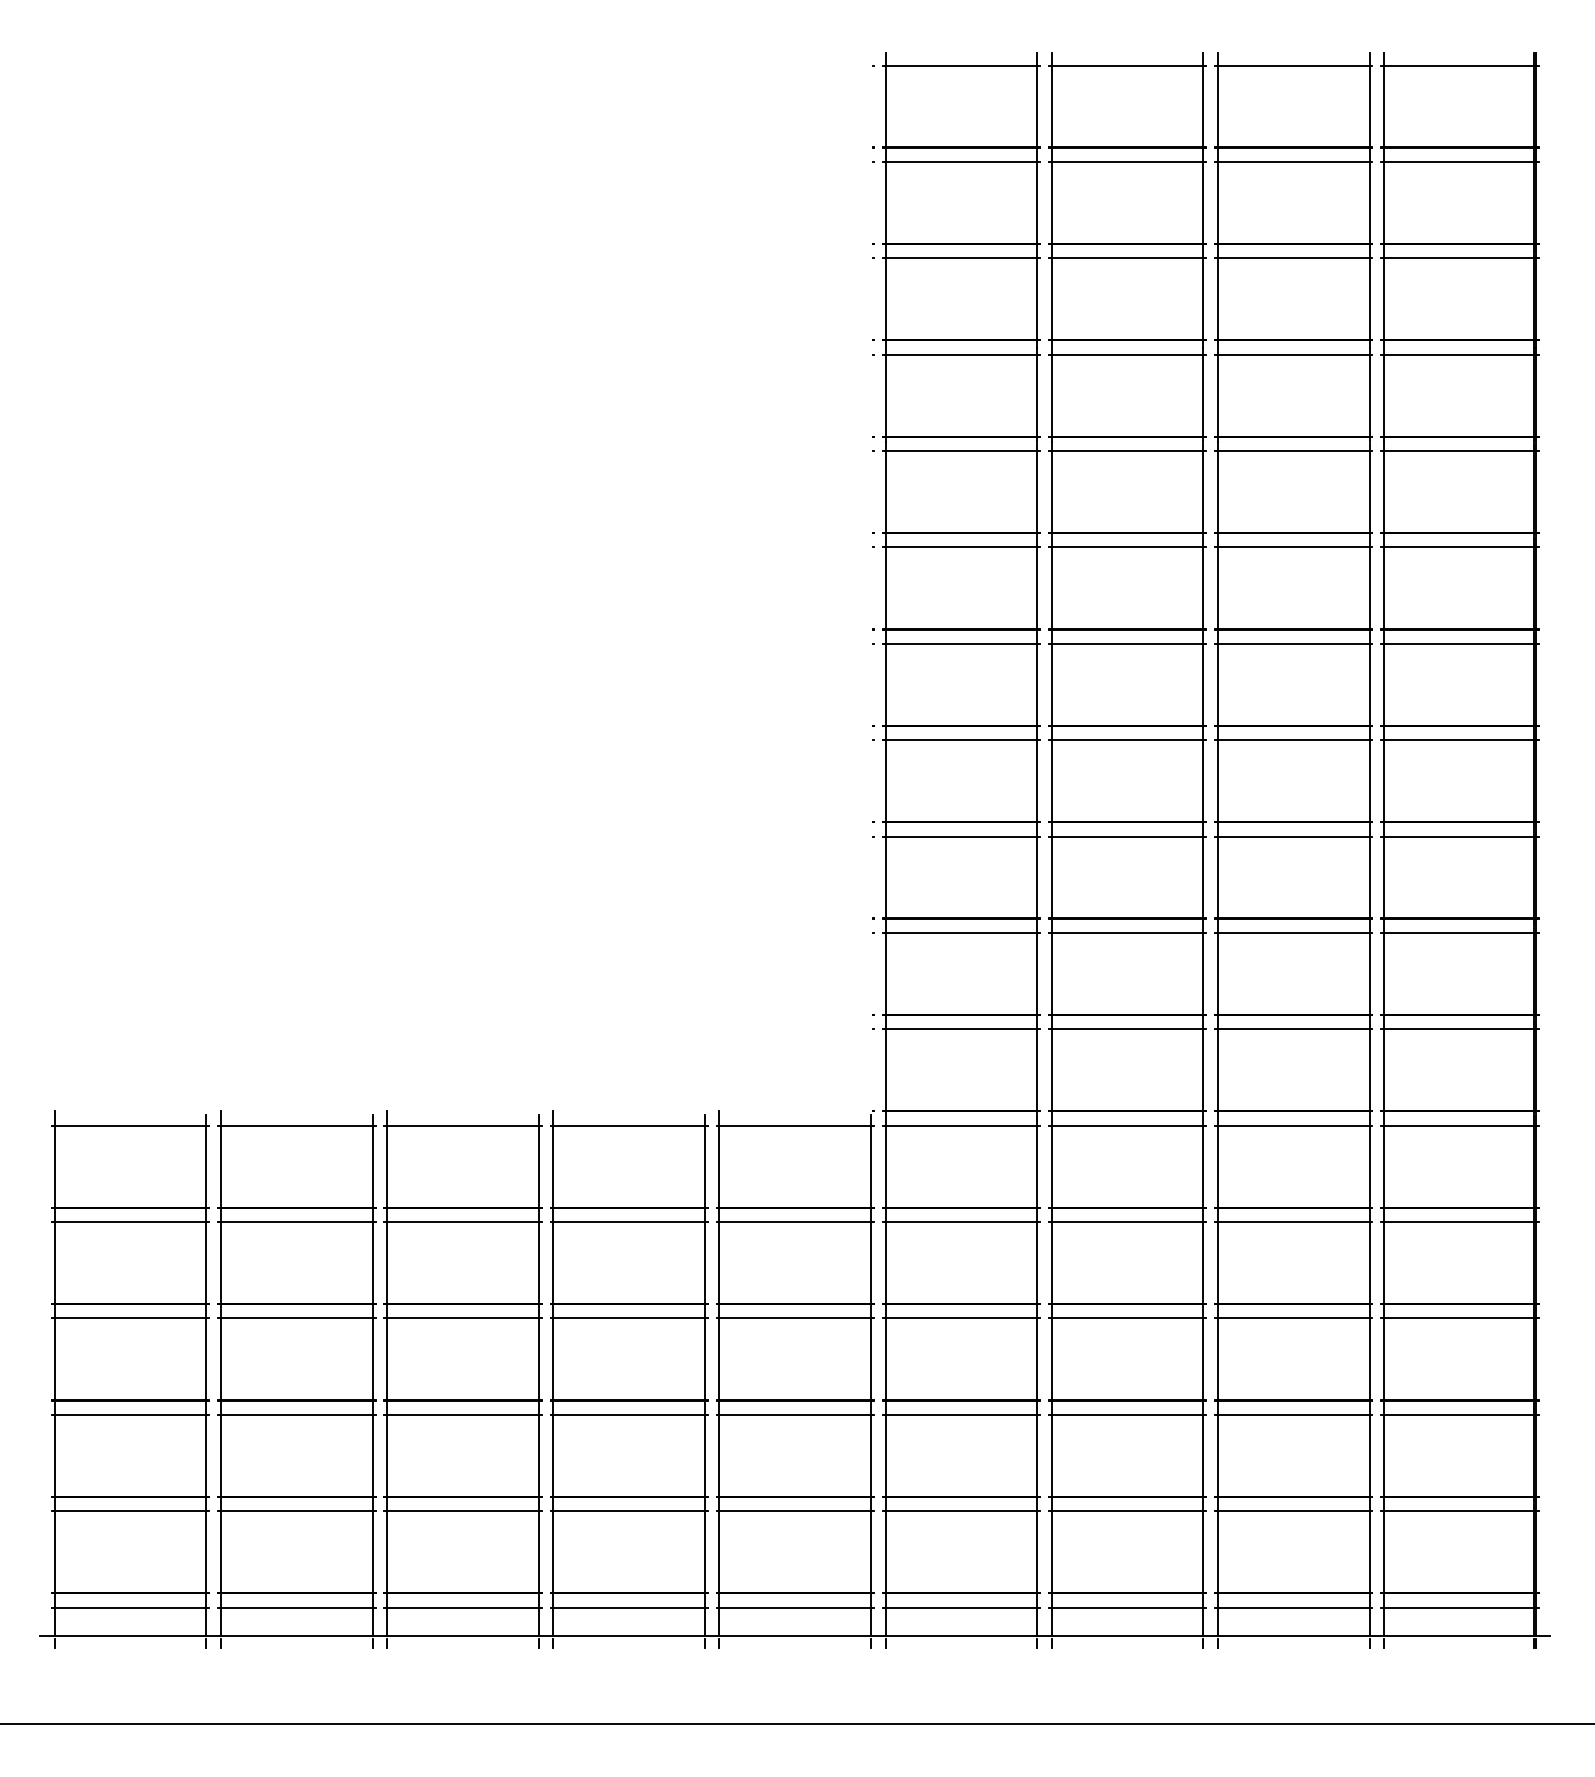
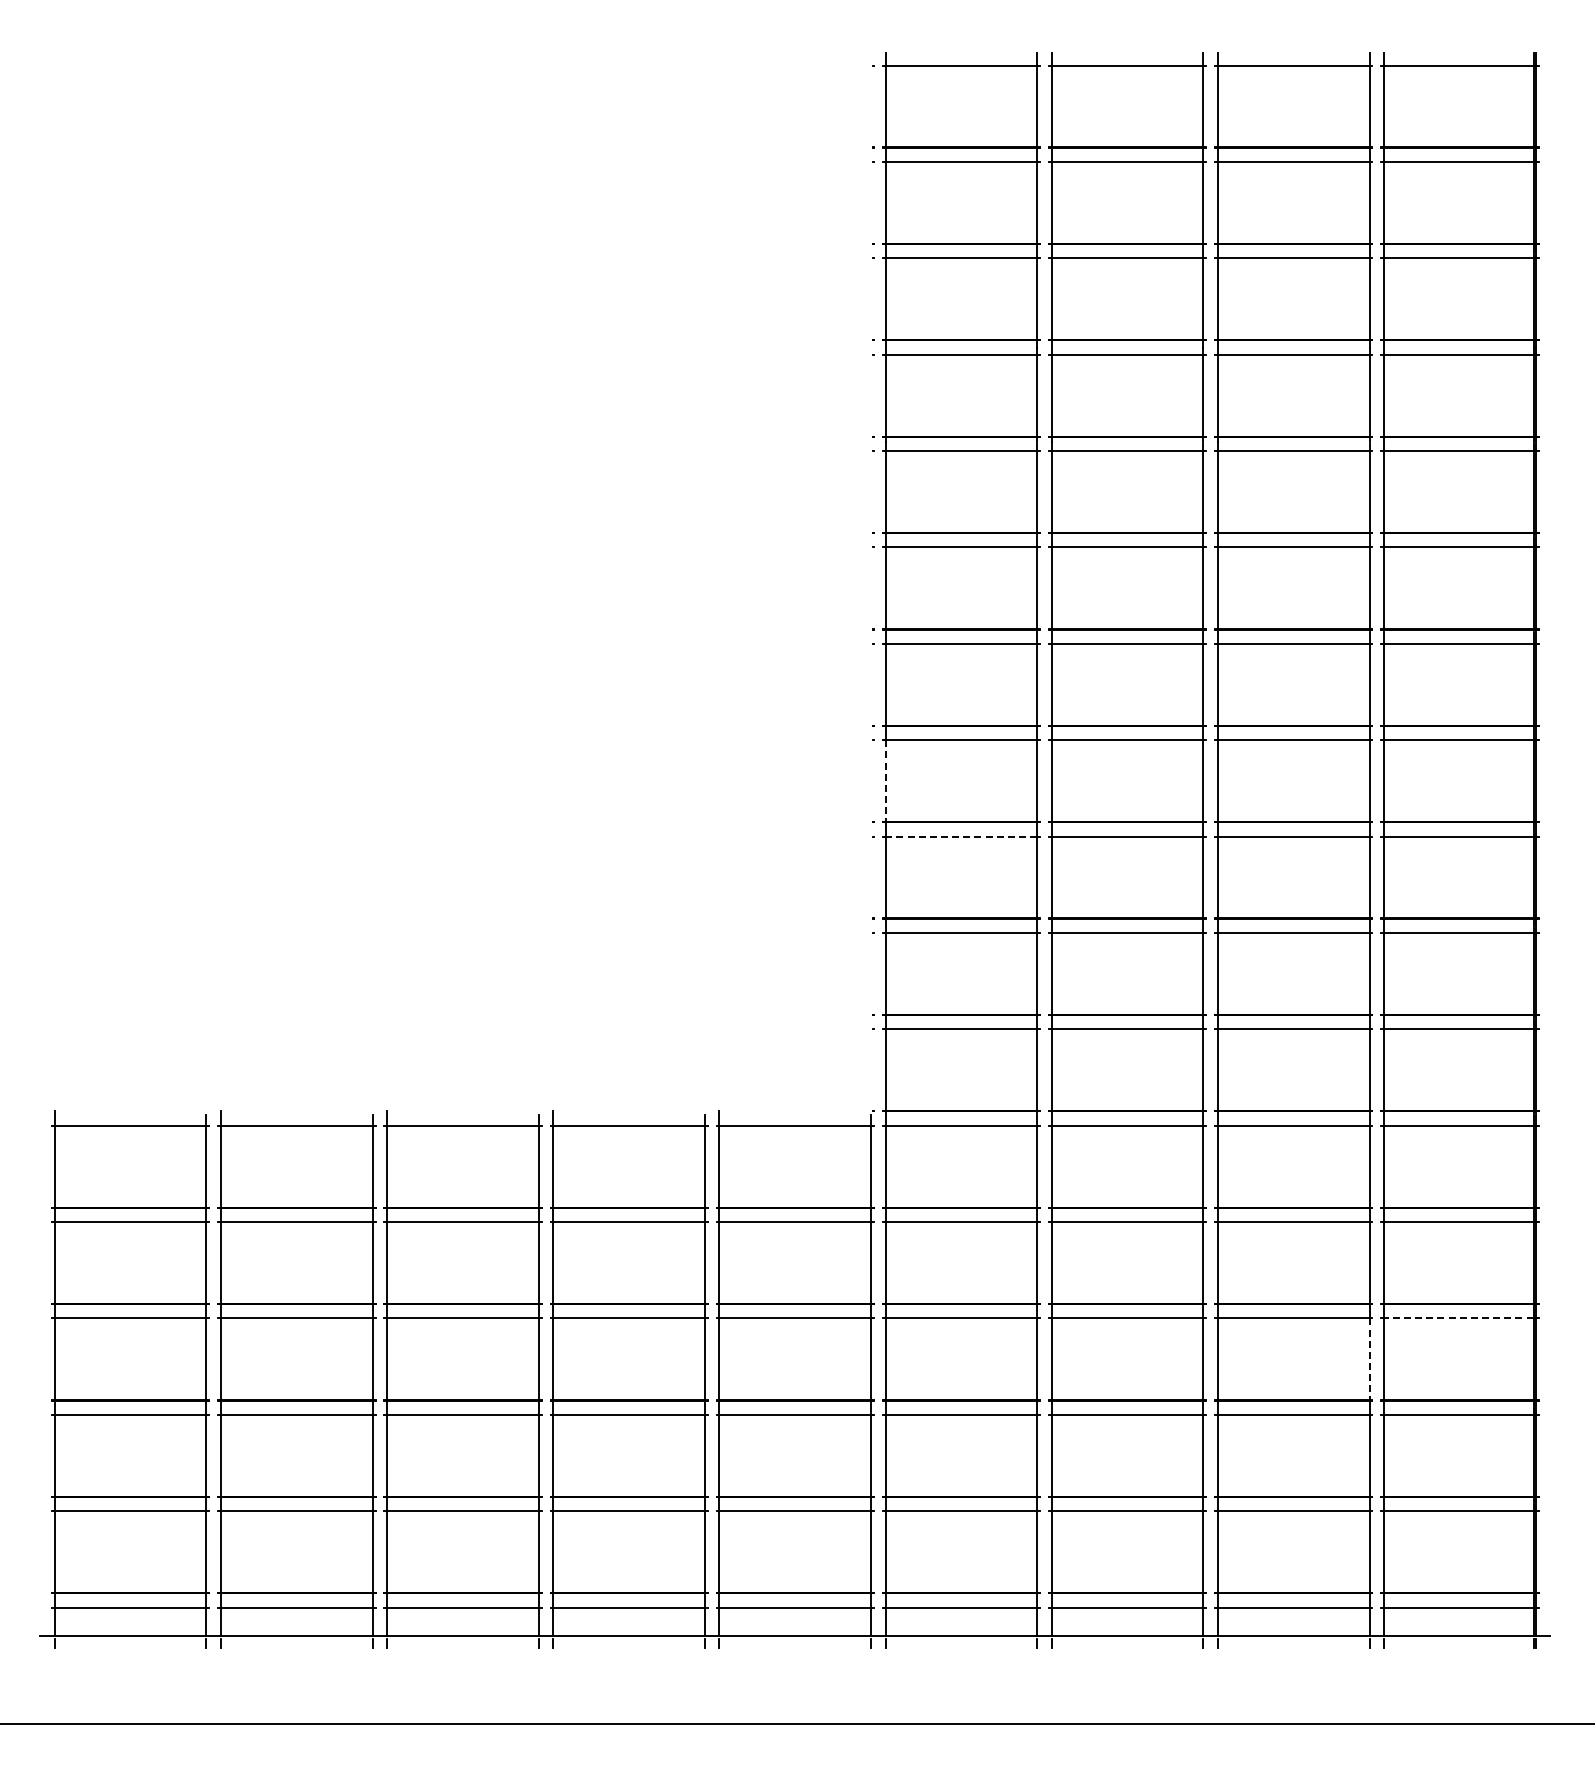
line at (885, 781): solid -> dashed
line at (961, 836): solid -> dashed
line at (1458, 1318): solid -> dashed
line at (1369, 1359): solid -> dashed
